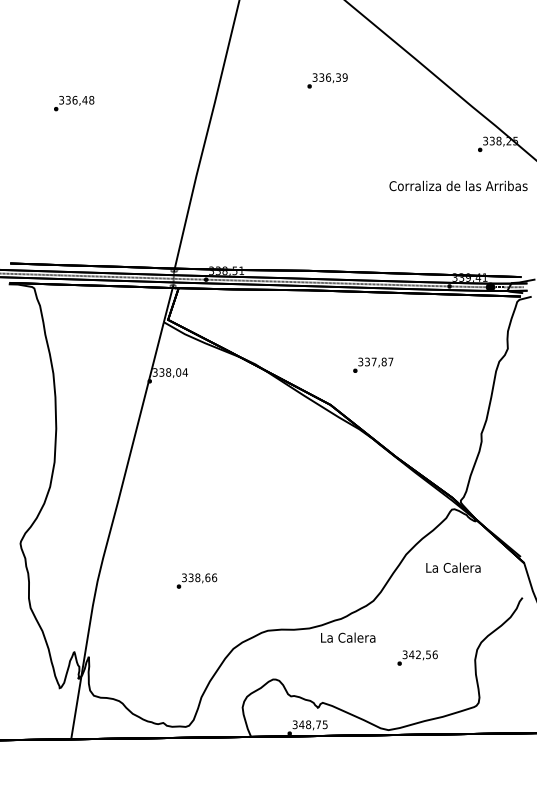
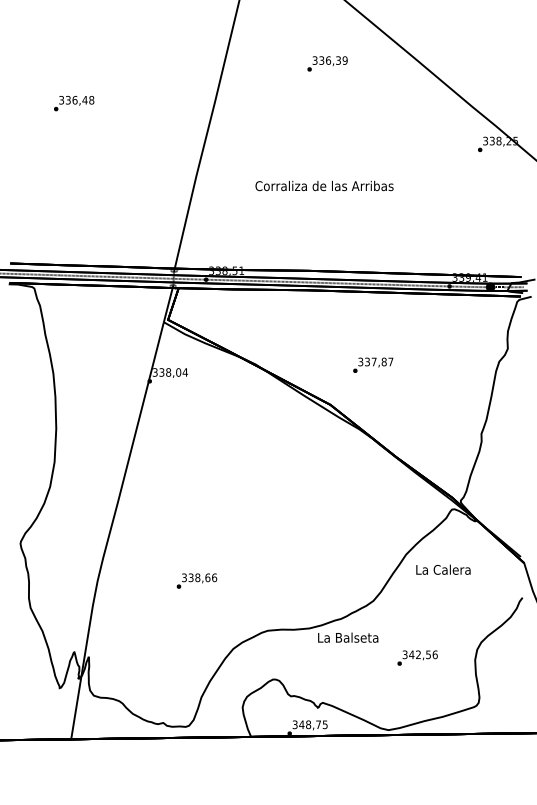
text at (327, 80) position: (327, 80) -> (327, 63)
text at (458, 185) position: (458, 185) -> (324, 185)
text at (453, 567) position: (453, 567) -> (443, 569)
text at (348, 637): La Calera -> La Balseta
